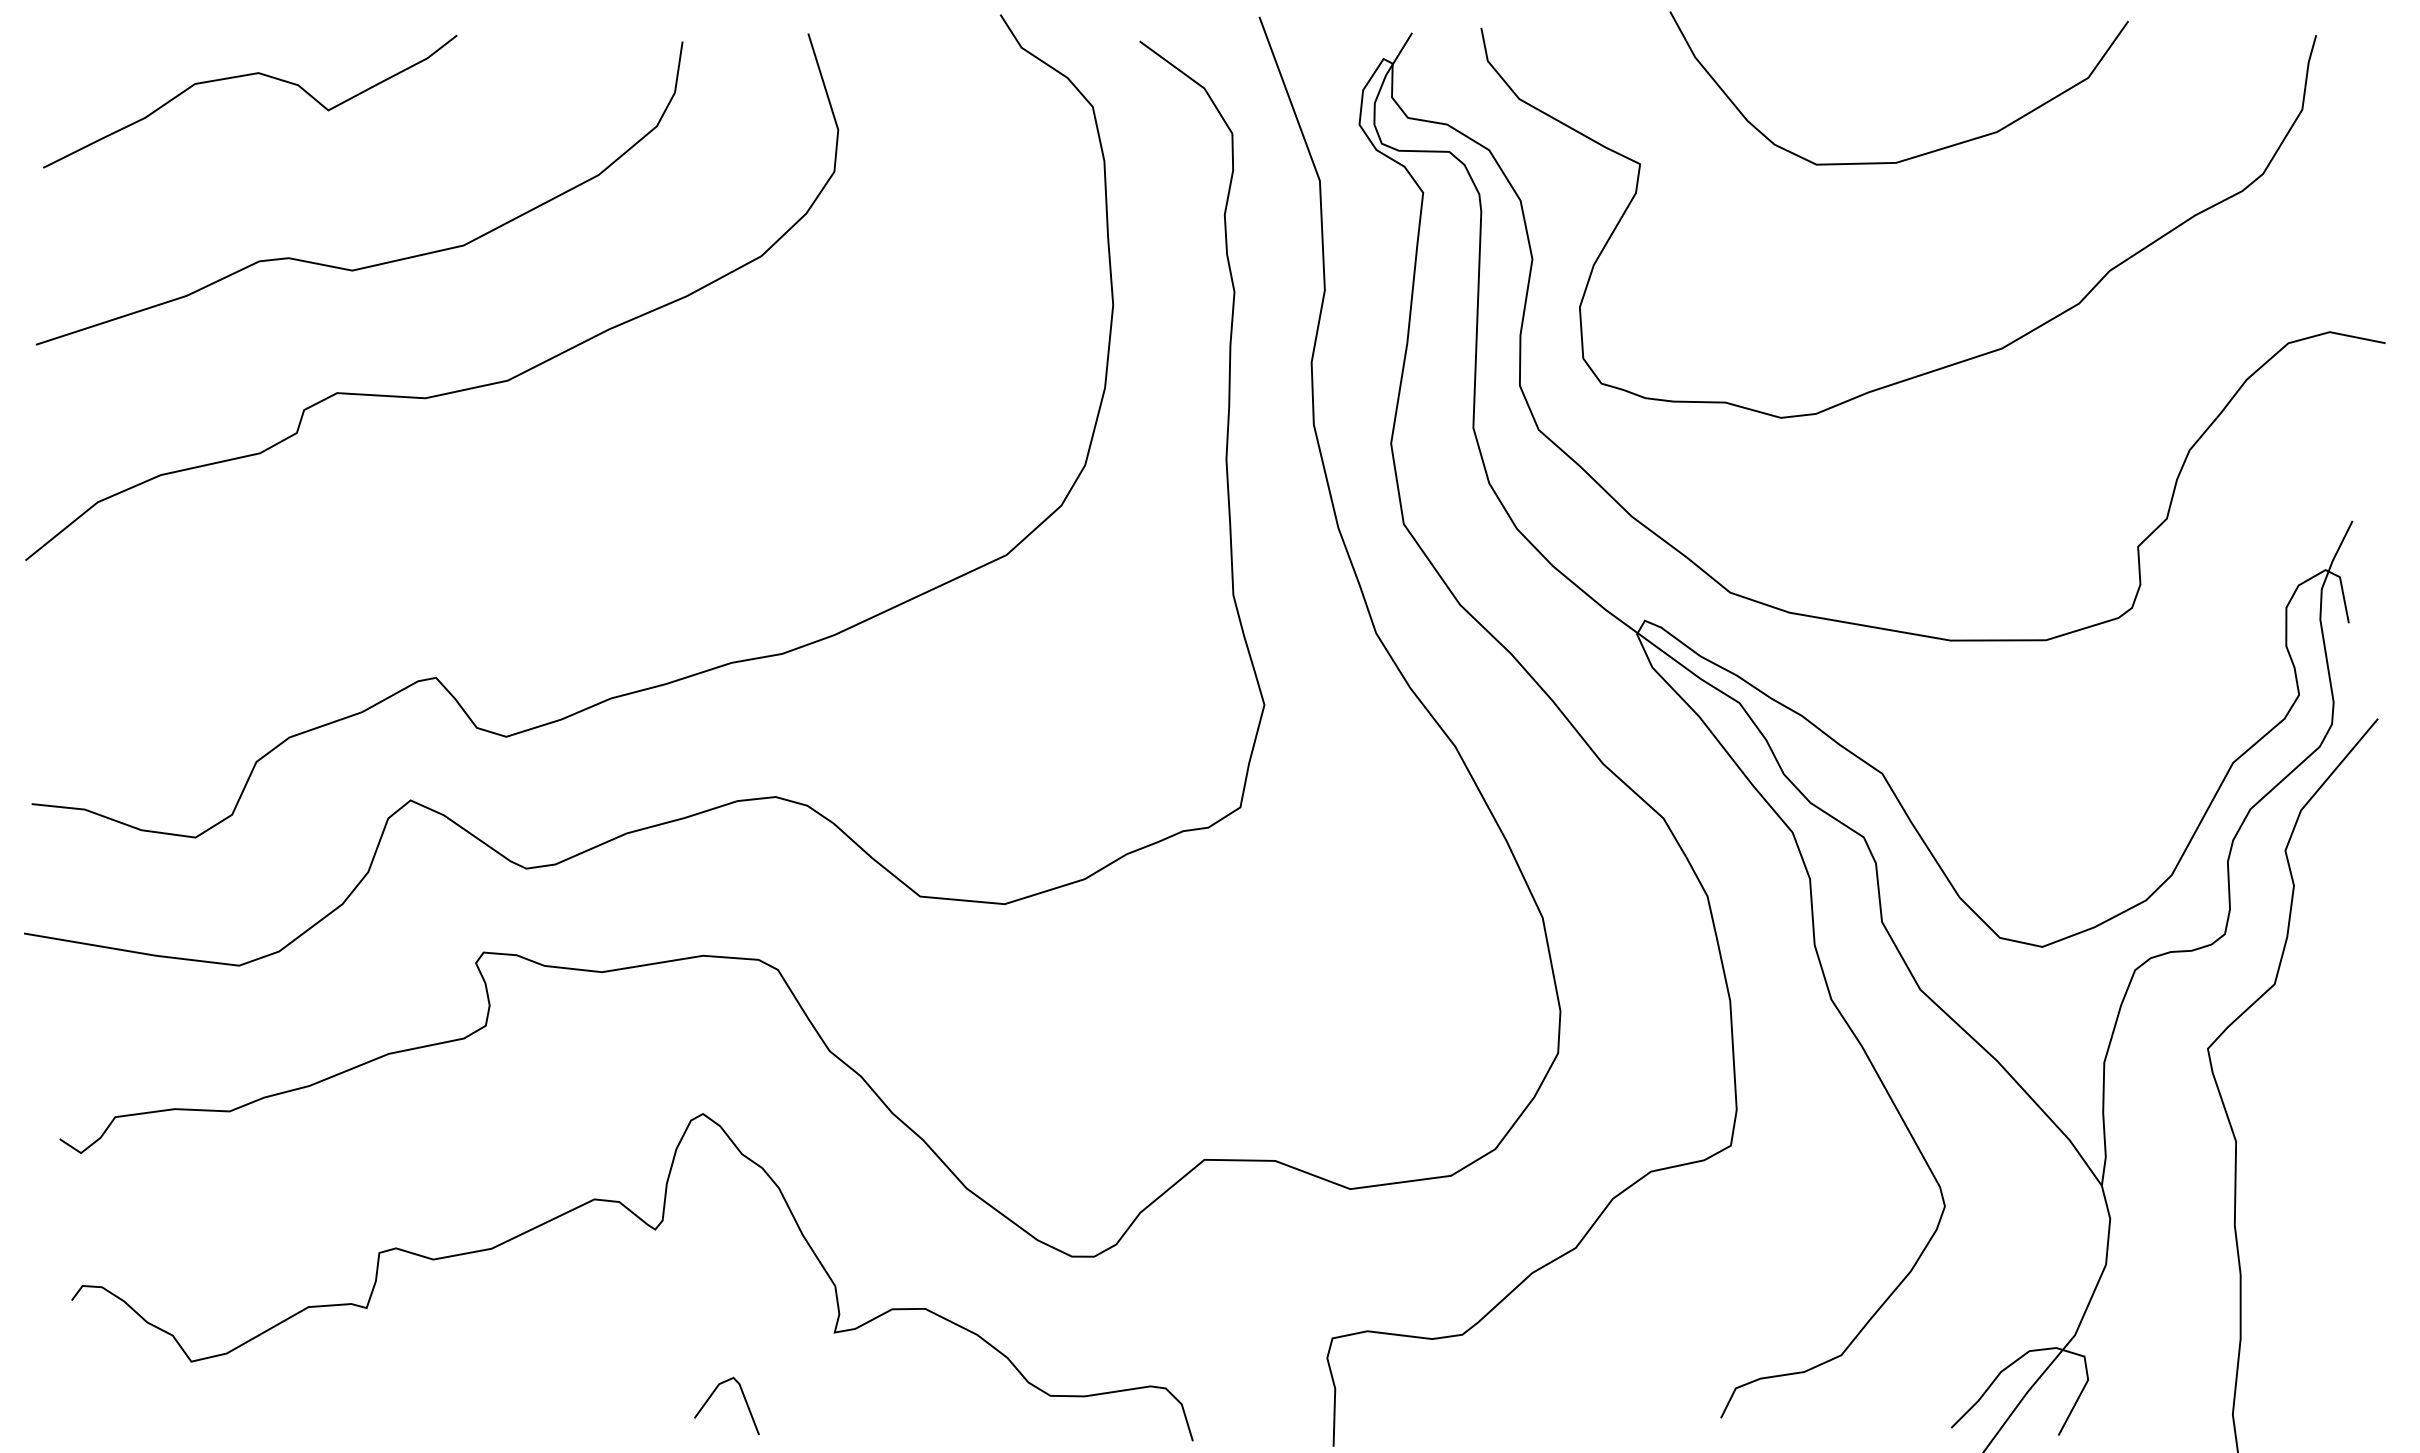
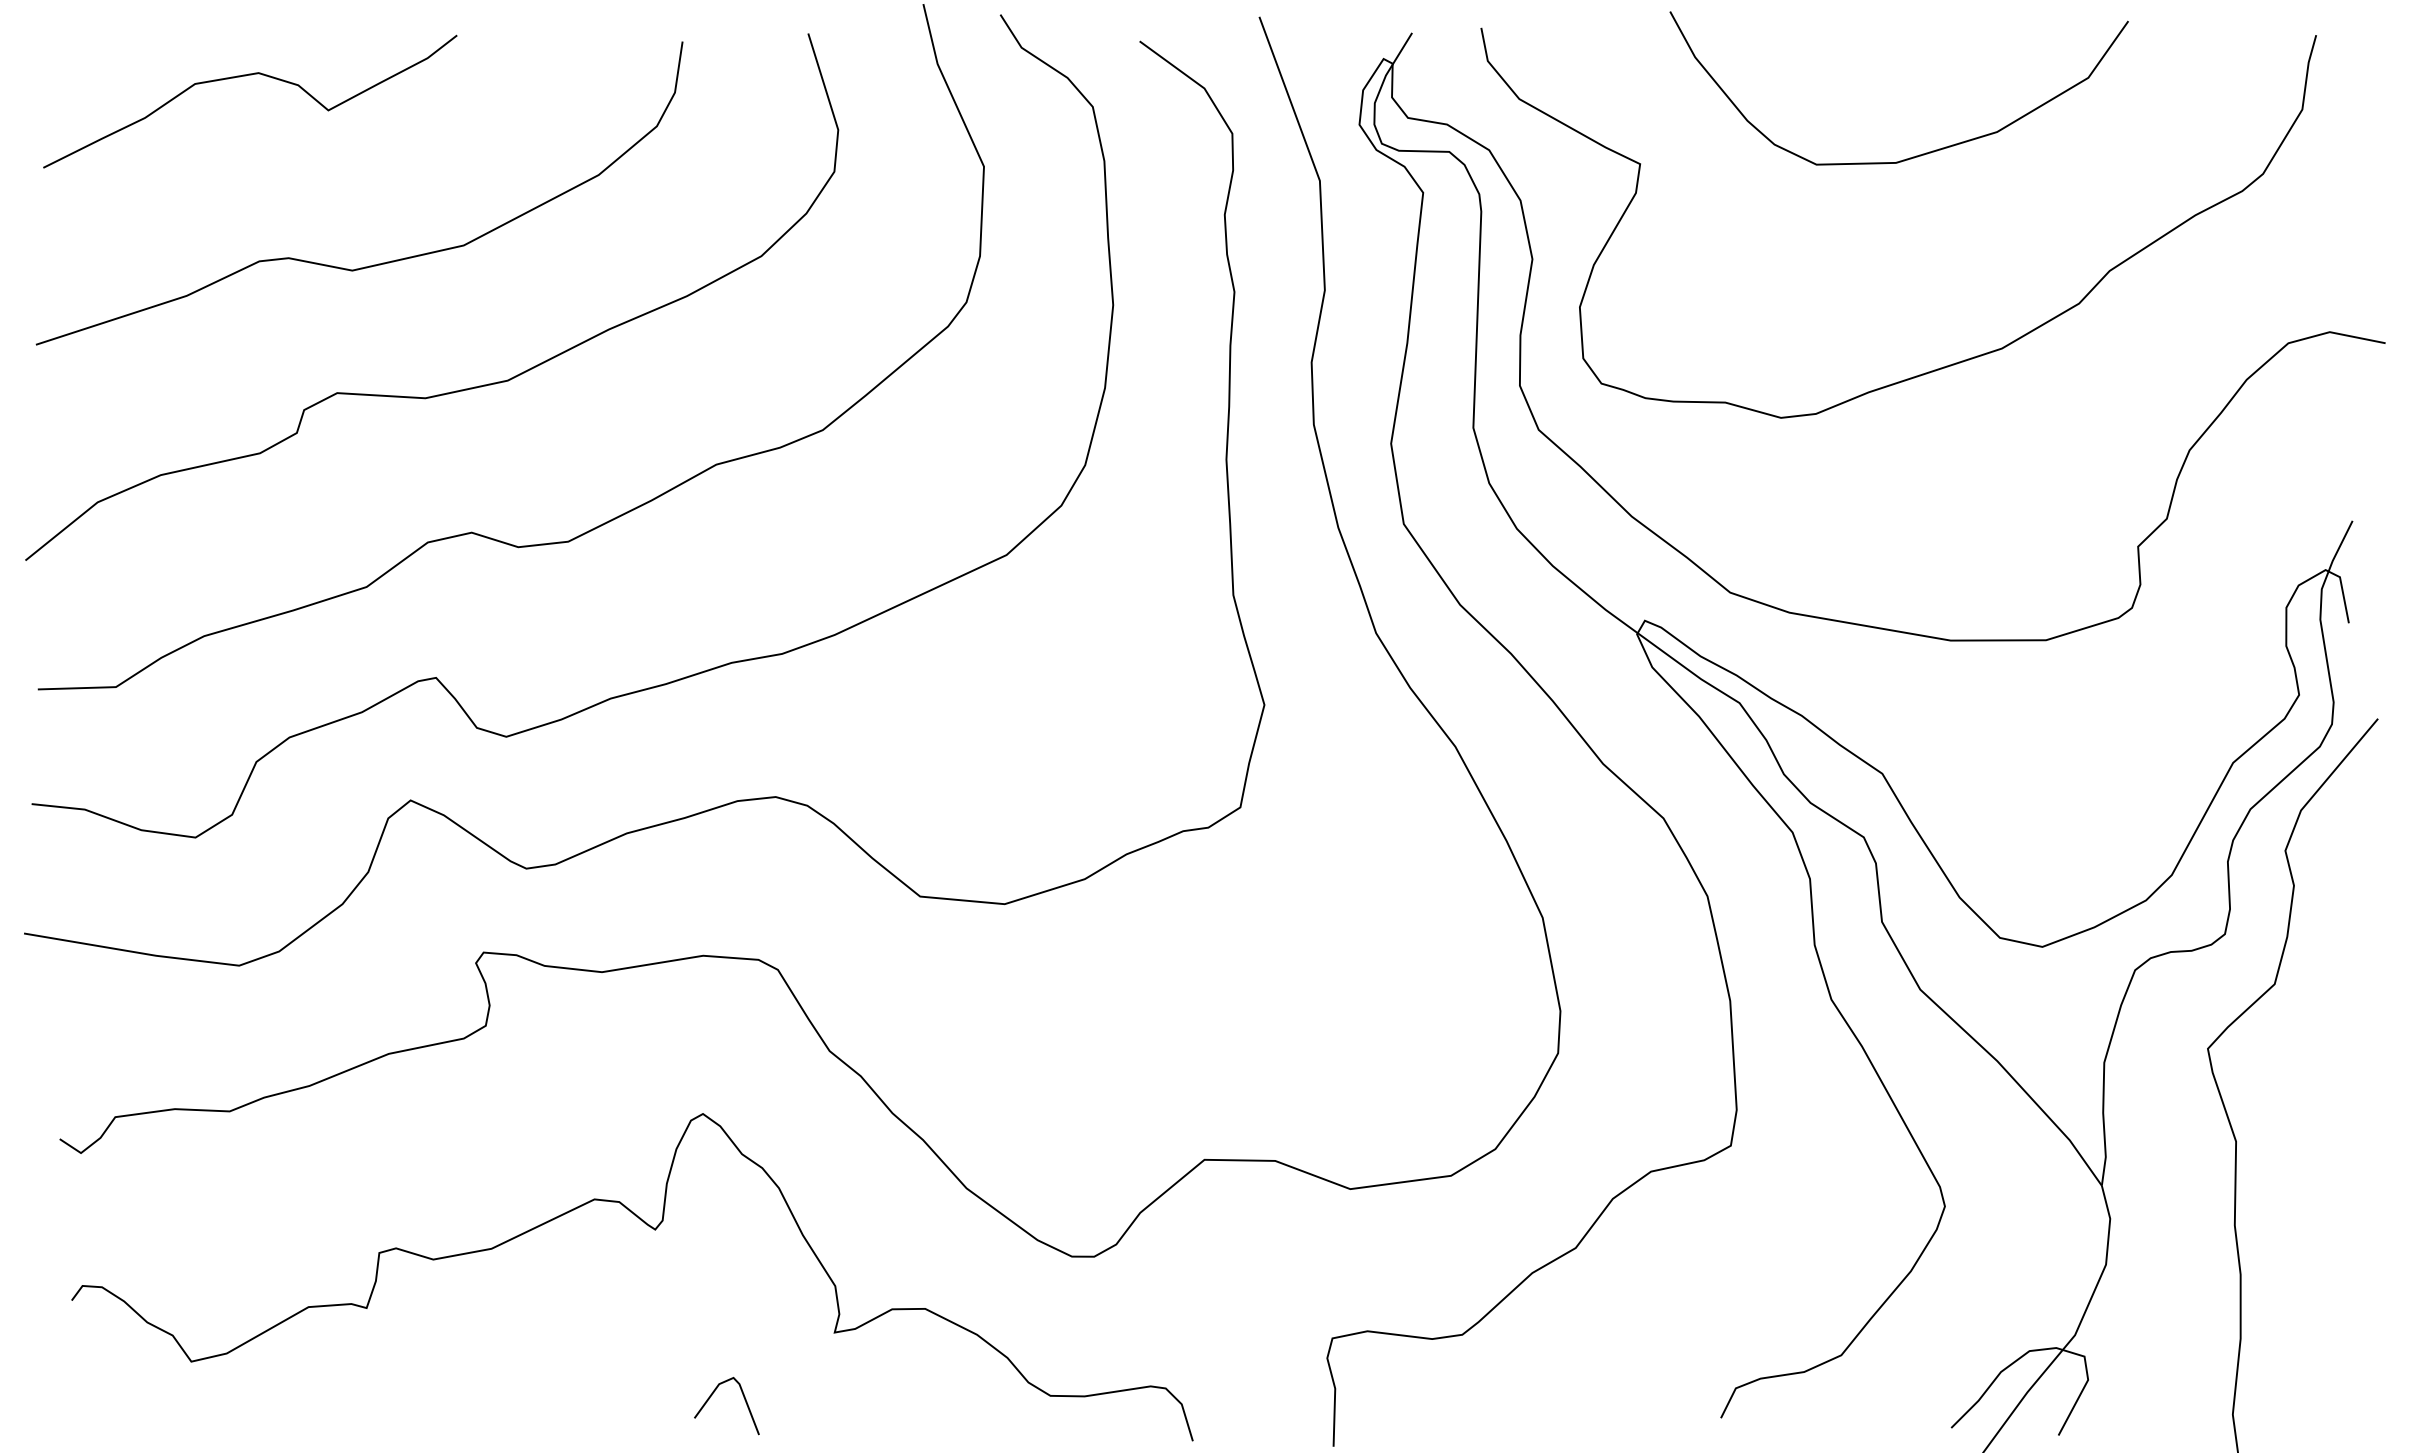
part at (471, 531): none -> present
